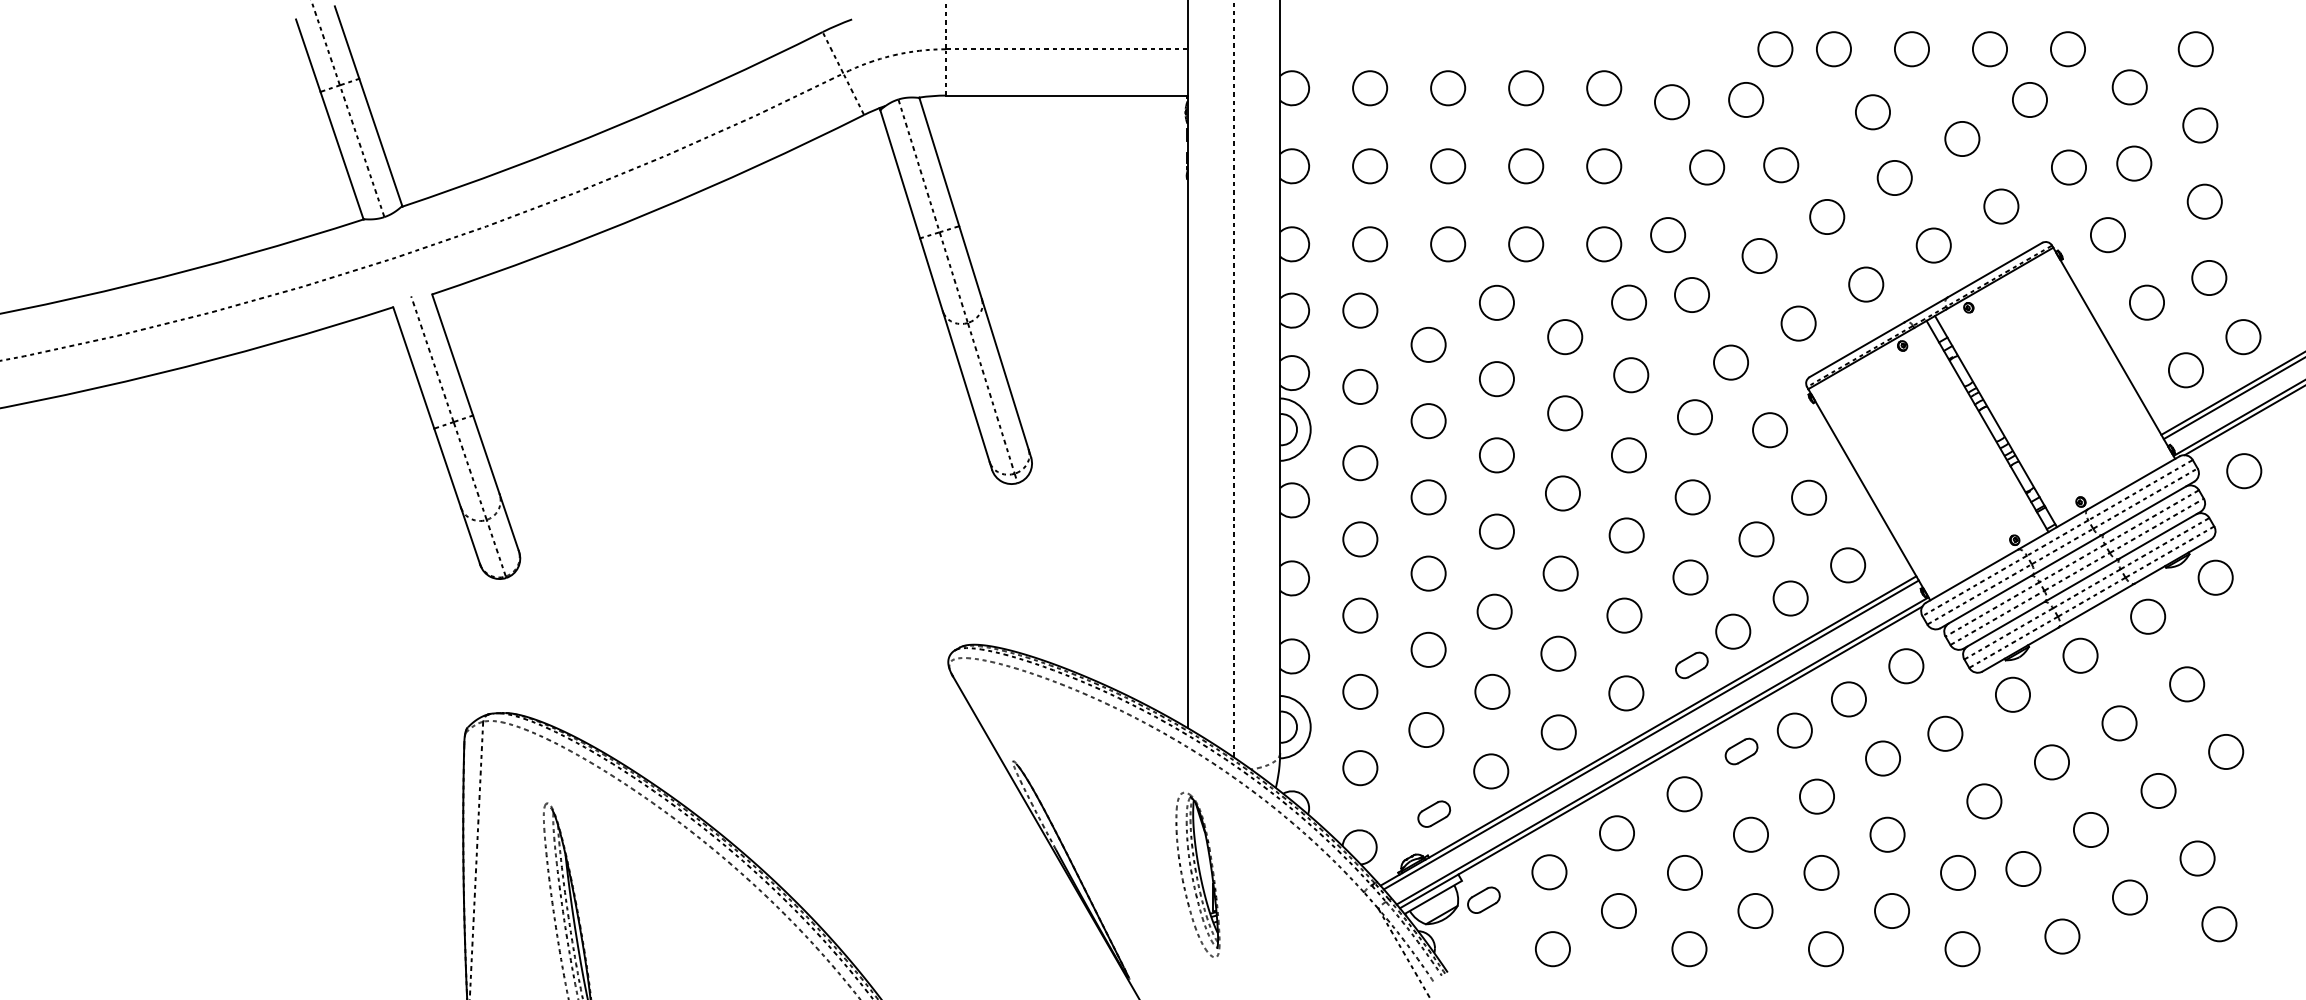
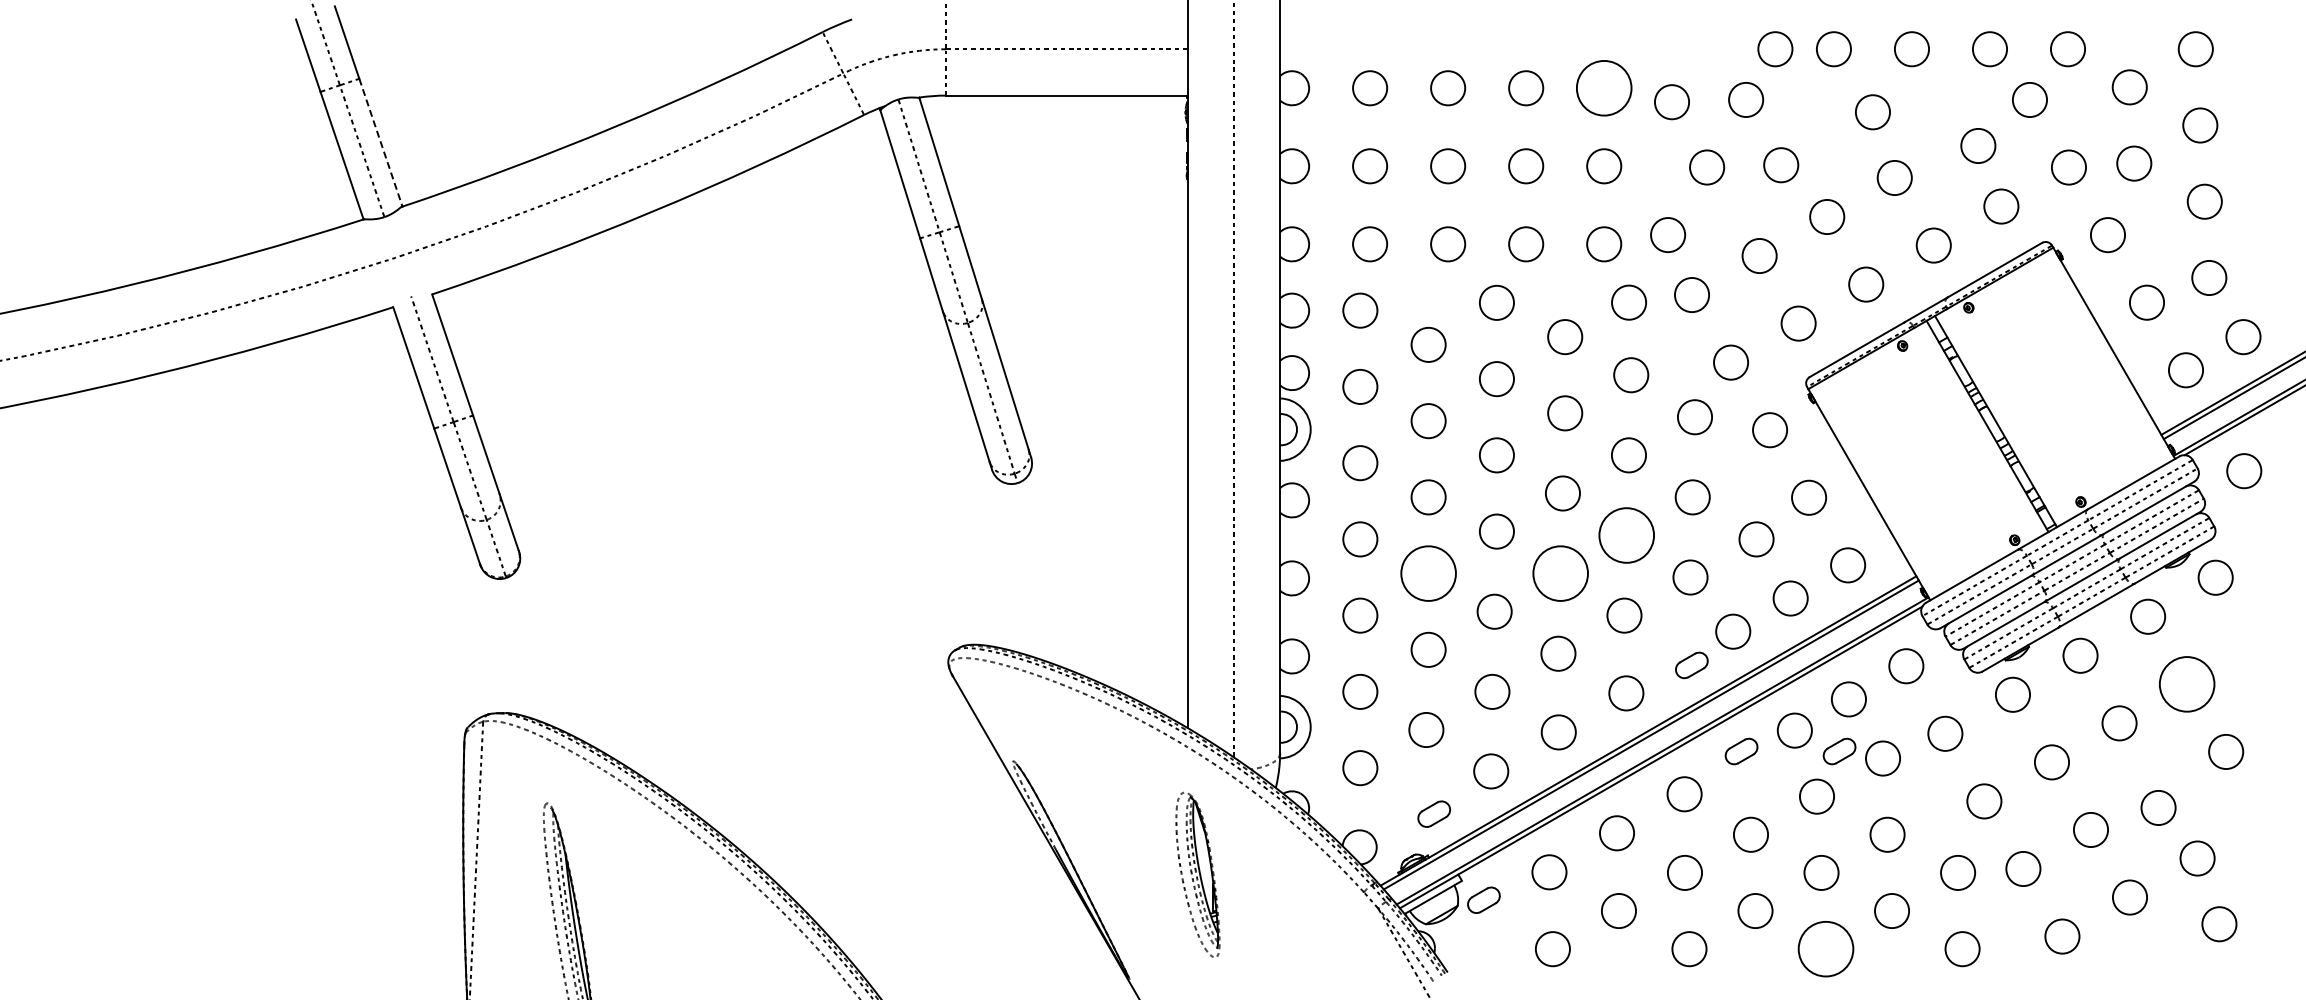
circle at (1604, 88) diameter: 34 px -> 55 px
circle at (1962, 138) position: (1962, 138) -> (1978, 145)
line at (380, 142): solid -> dashed
circle at (1626, 535) diameter: 34 px -> 55 px
circle at (1428, 573) diameter: 34 px -> 55 px
circle at (1560, 573) diameter: 34 px -> 55 px
circle at (2187, 684) diameter: 34 px -> 55 px
part at (1839, 751): none -> present
circle at (2158, 790) position: (2158, 790) -> (2158, 807)
circle at (1825, 949) diameter: 34 px -> 55 px
